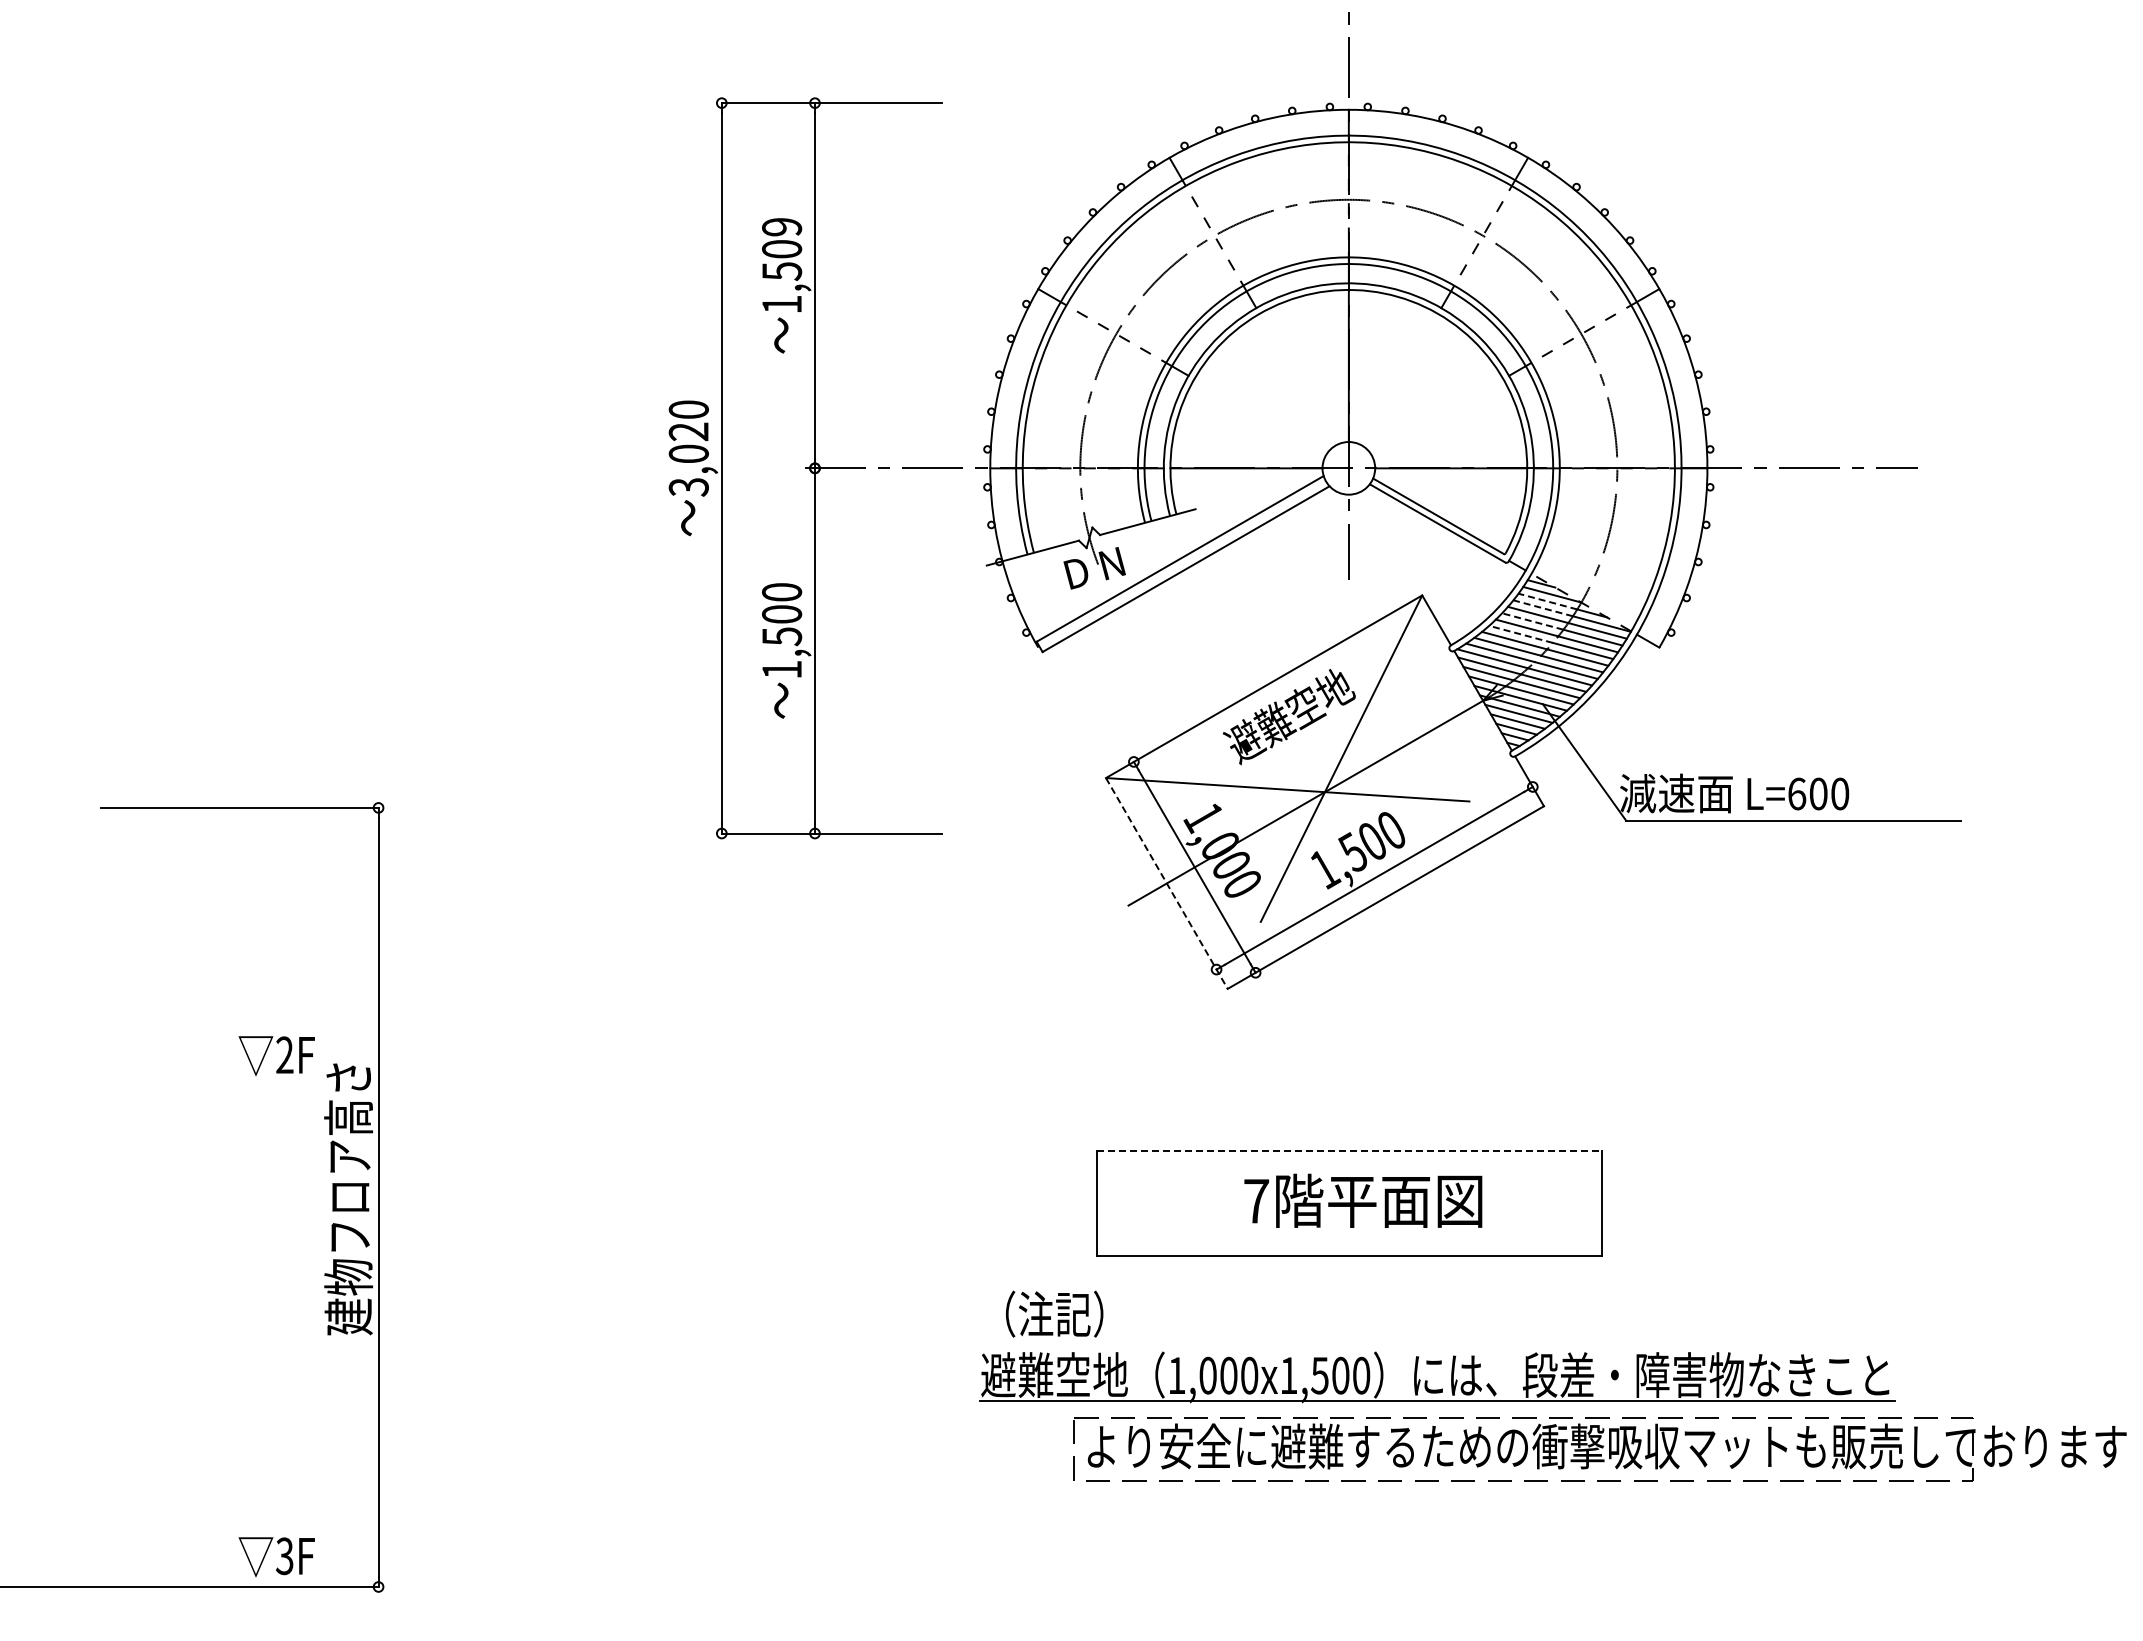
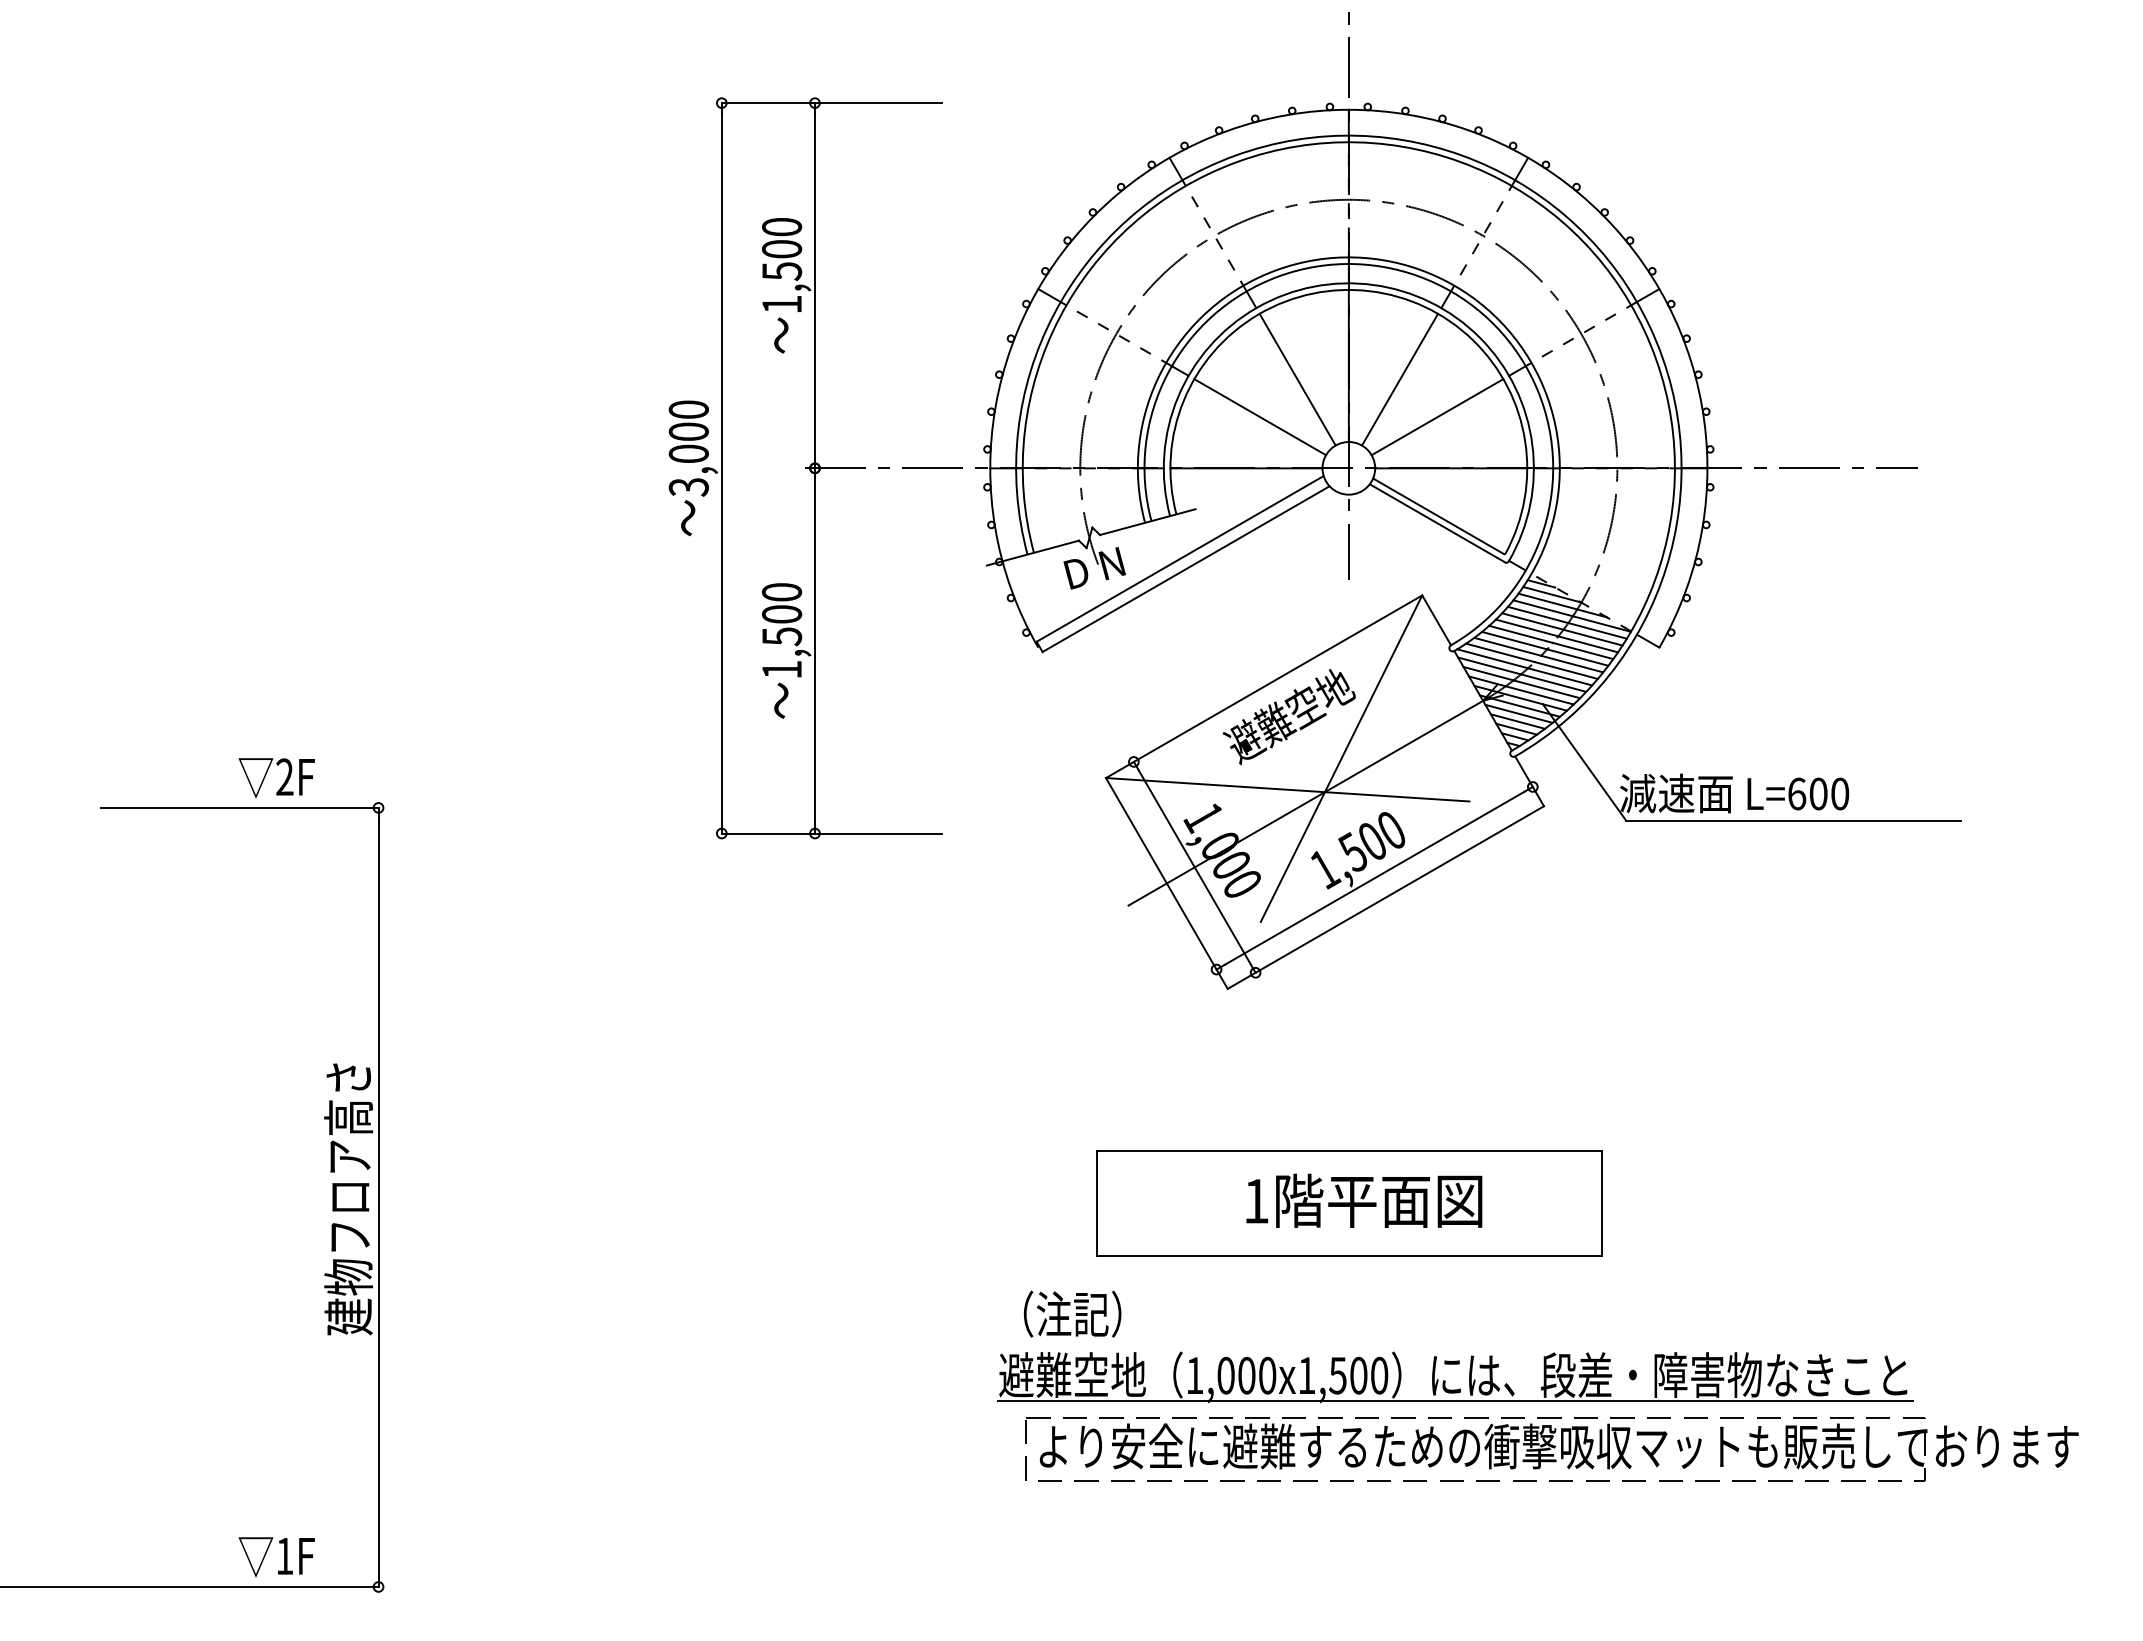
text at (782, 227): 1,509 -> 1,500
line at (1297, 379): none -> present
line at (1400, 379): none -> present
line at (1260, 417): none -> present
line at (1437, 417): none -> present
text at (688, 431): 3,020 -> 3,000
line at (1547, 601): dashed -> solid
line at (1543, 608): dashed -> solid
line at (1532, 621): dashed -> solid
line at (1521, 634): dashed -> solid
line at (1166, 883): dashed -> solid
text at (276, 1056) position: (276, 1056) -> (276, 778)
line at (1349, 1150): dashed -> solid
text at (1256, 1201): 7 -> 1
part at (1437, 1360) position: (1437, 1360) -> (1455, 1360)
part at (1599, 1449) position: (1599, 1449) -> (1551, 1449)
text at (284, 1556): 3F -> 1F
